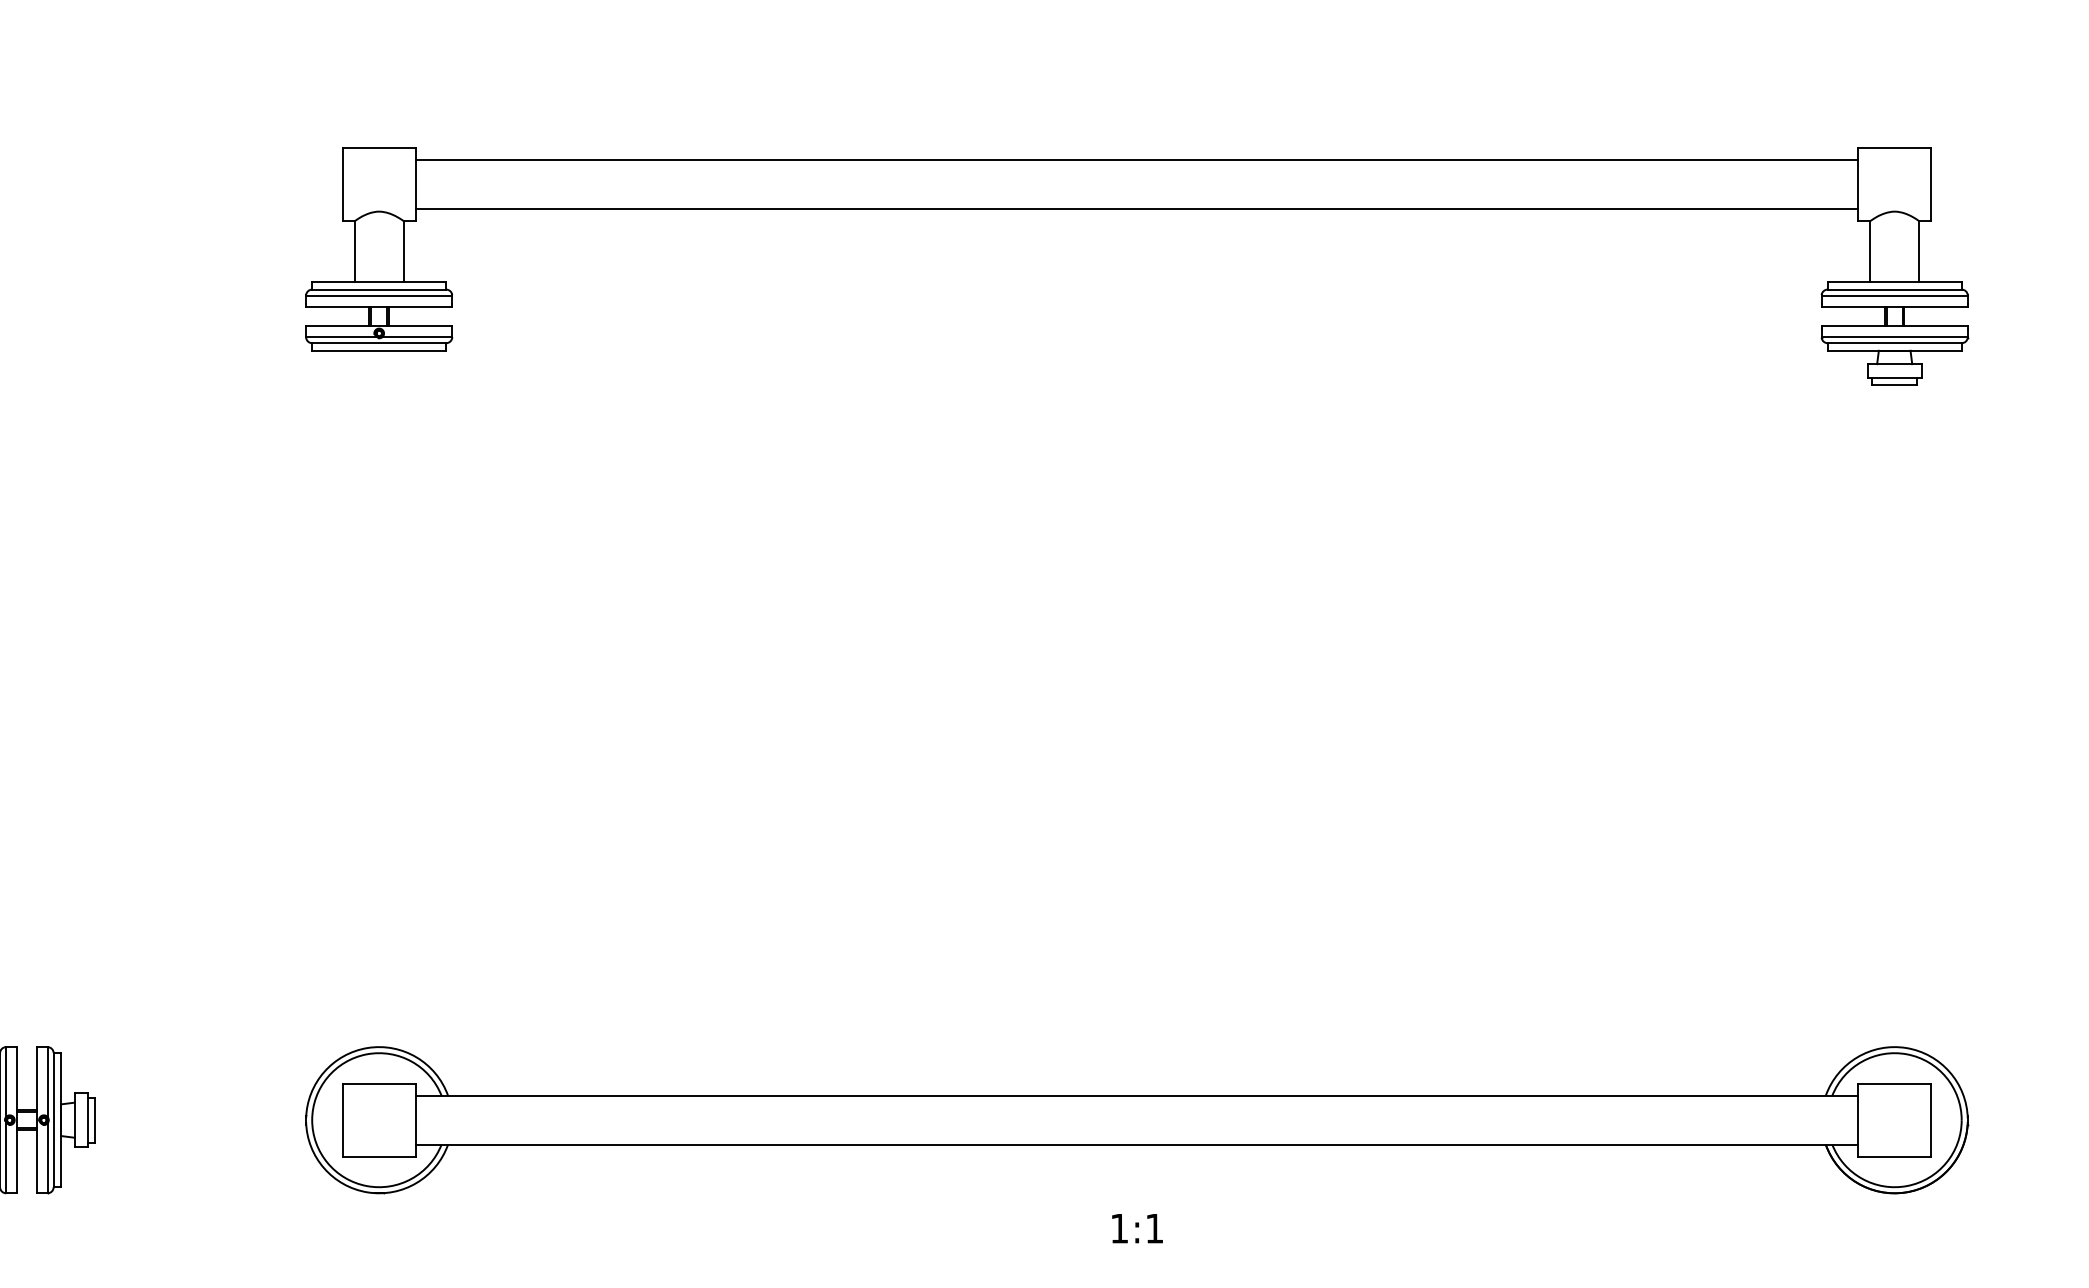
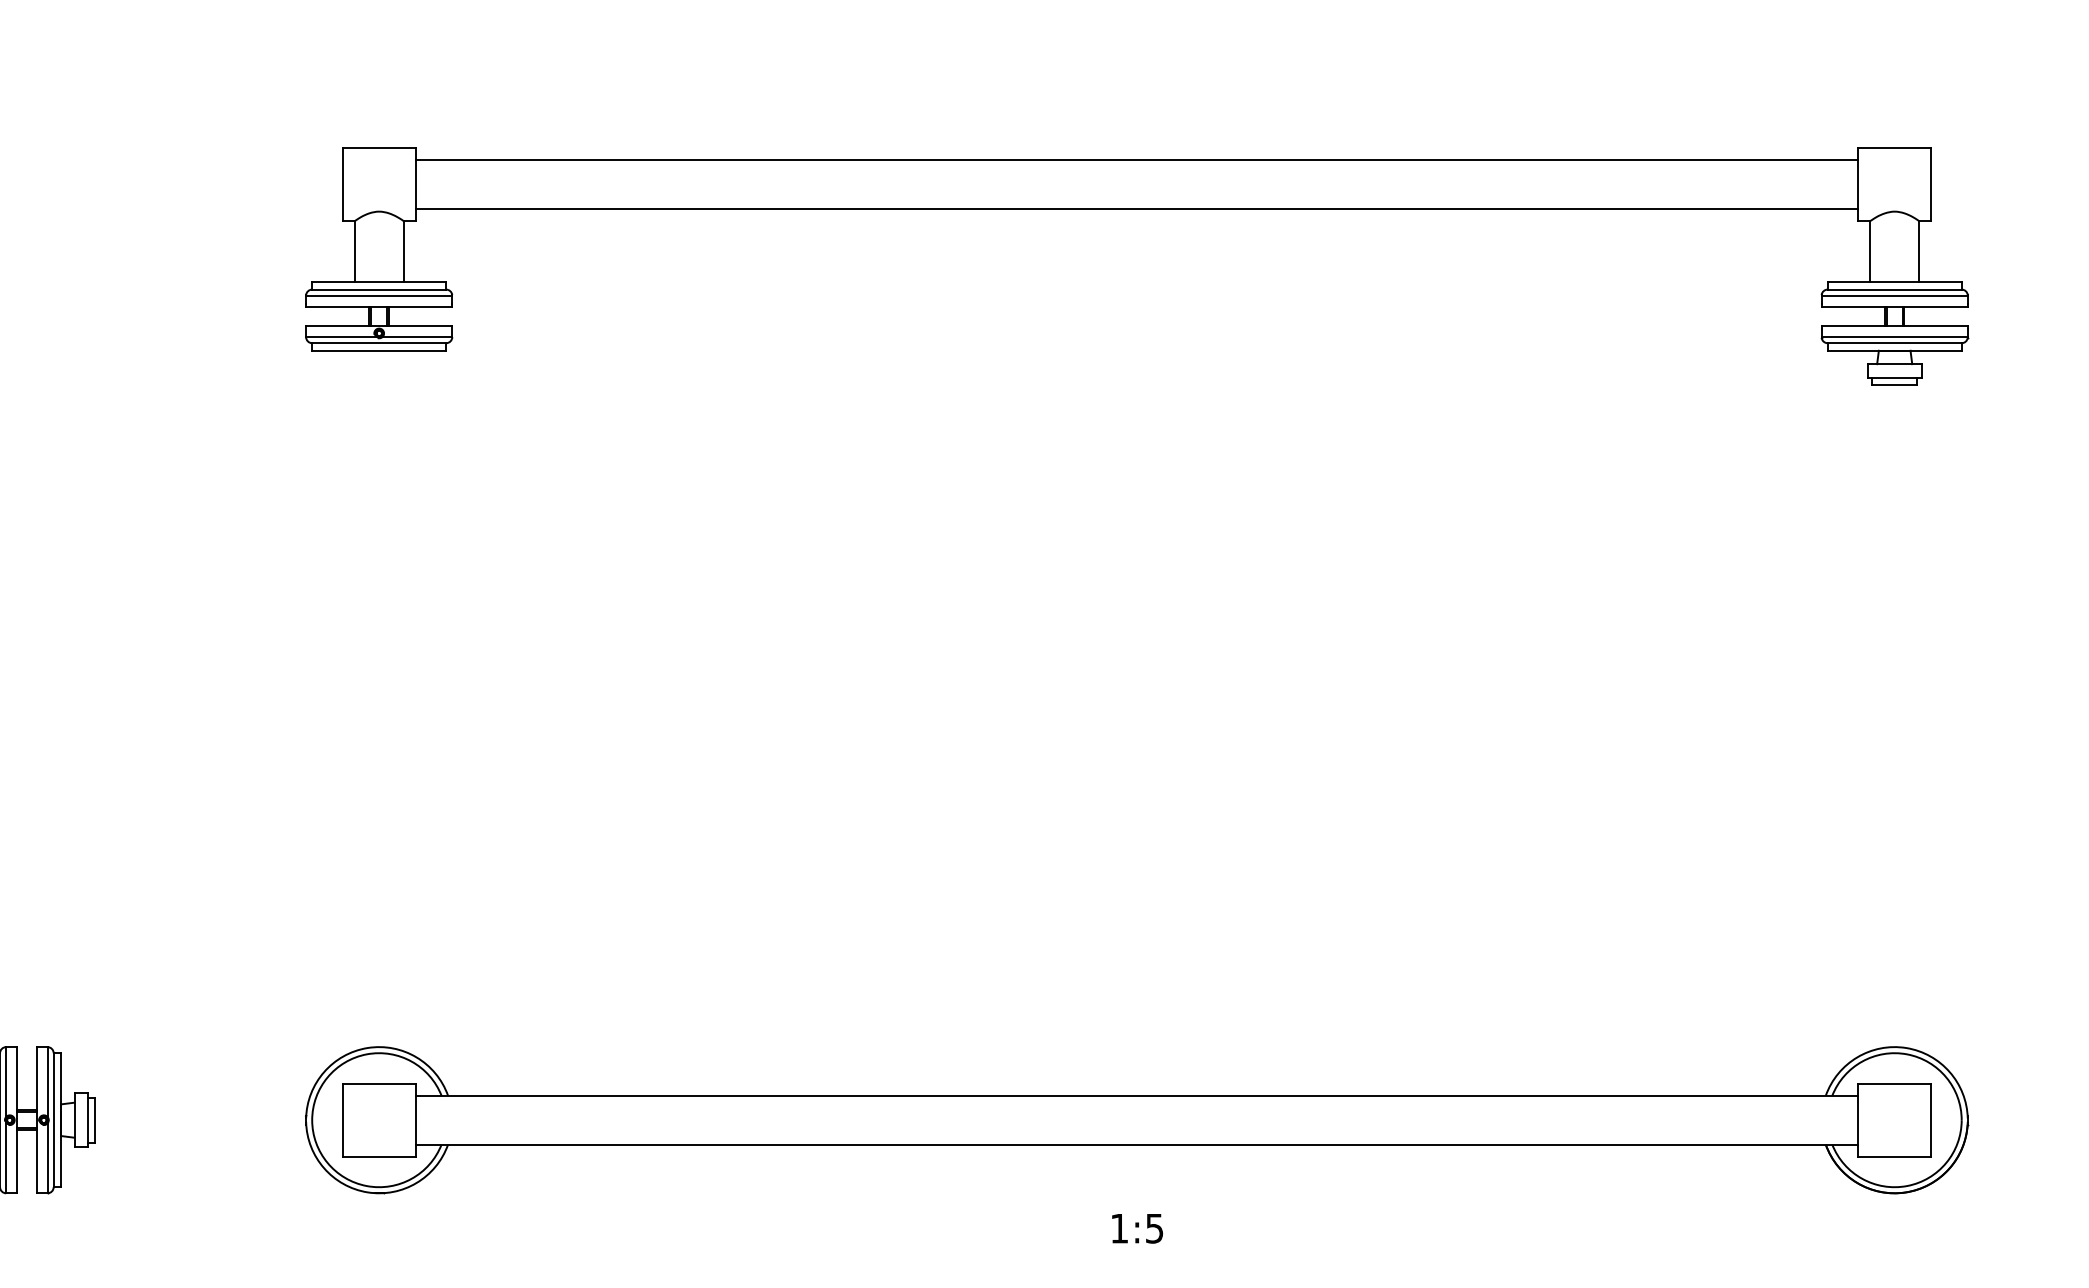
text at (1154, 1228): 1:1 -> 1:5
